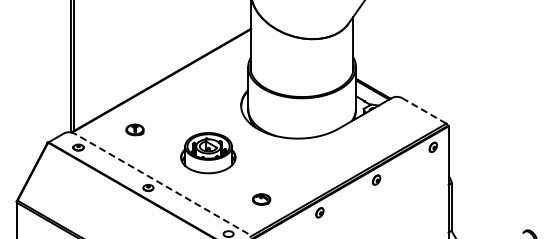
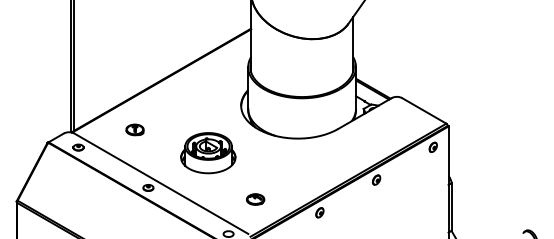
line at (424, 110): dashed -> solid
line at (160, 183): dashed -> solid
part at (261, 199) position: (261, 199) -> (255, 199)
